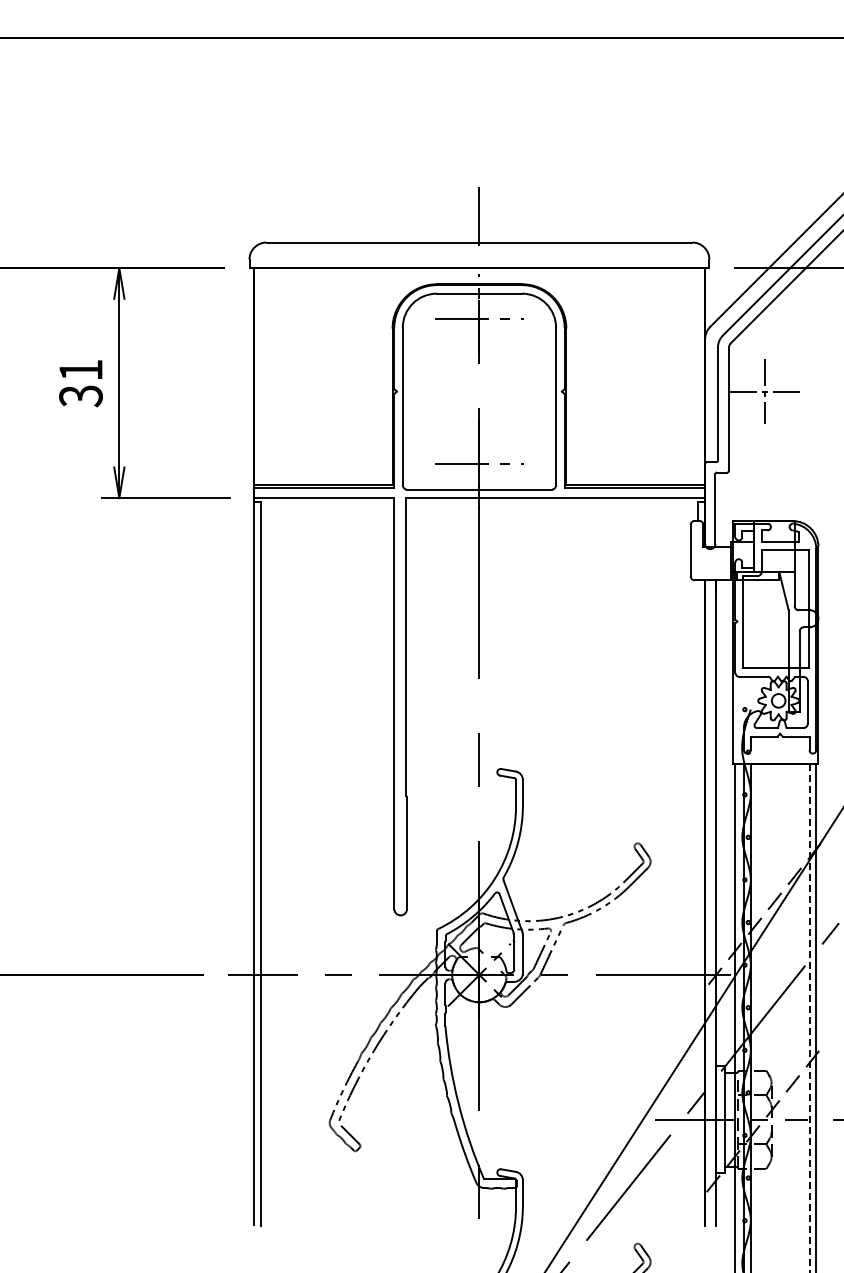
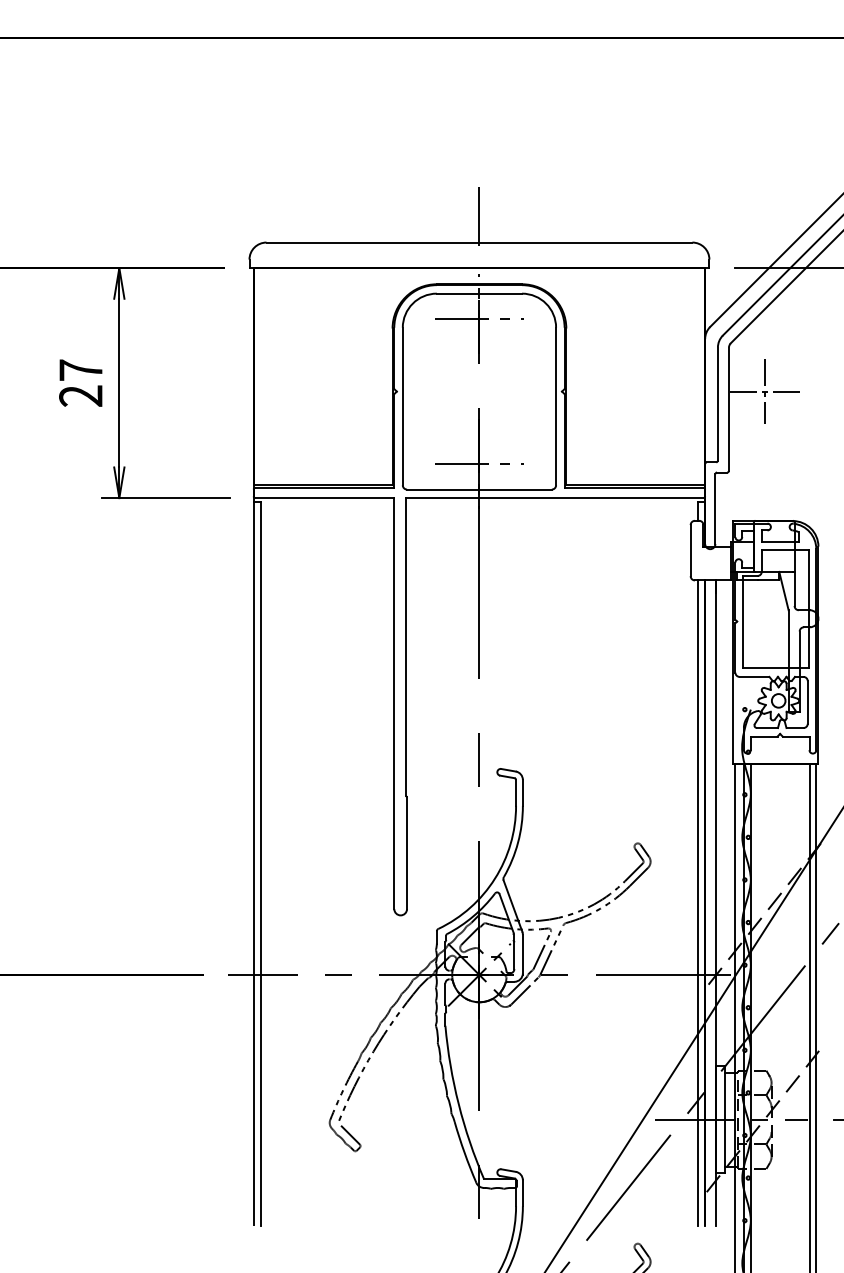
text at (80, 383): 31 -> 27
line at (698, 903): none -> present
line at (809, 1018): dashed -> solid
